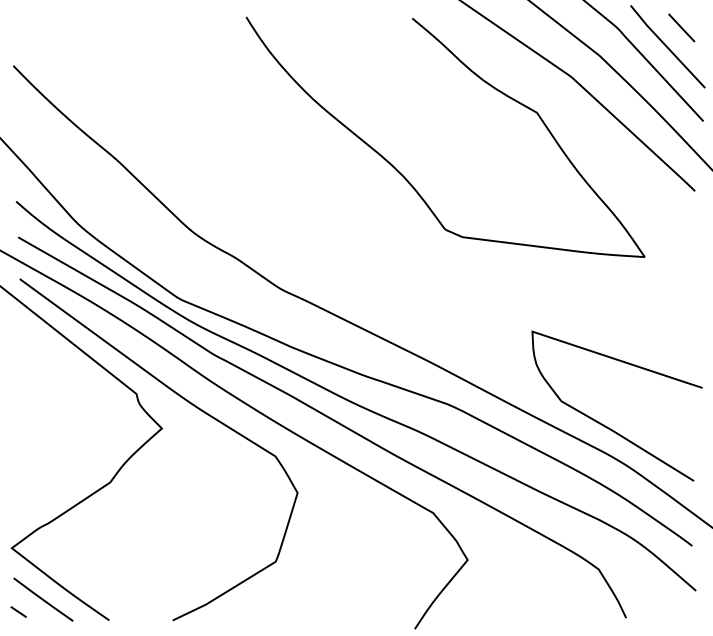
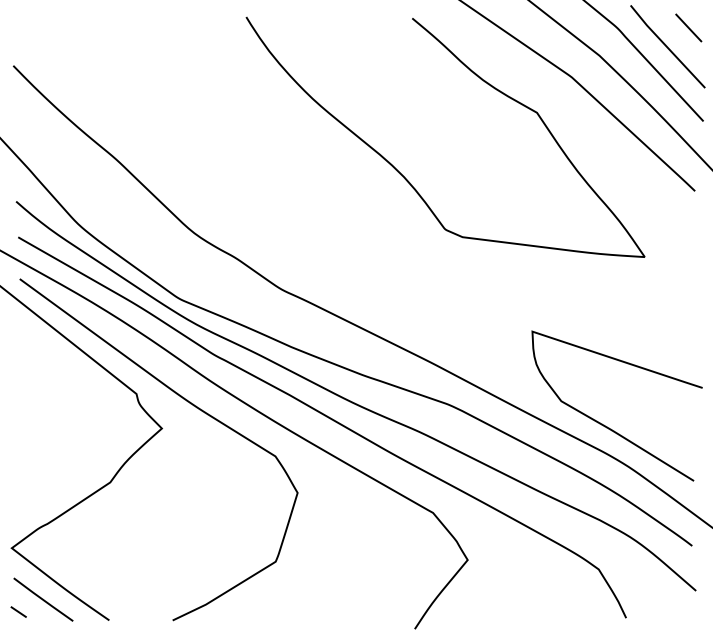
line at (681, 27) position: (681, 27) -> (688, 27)
